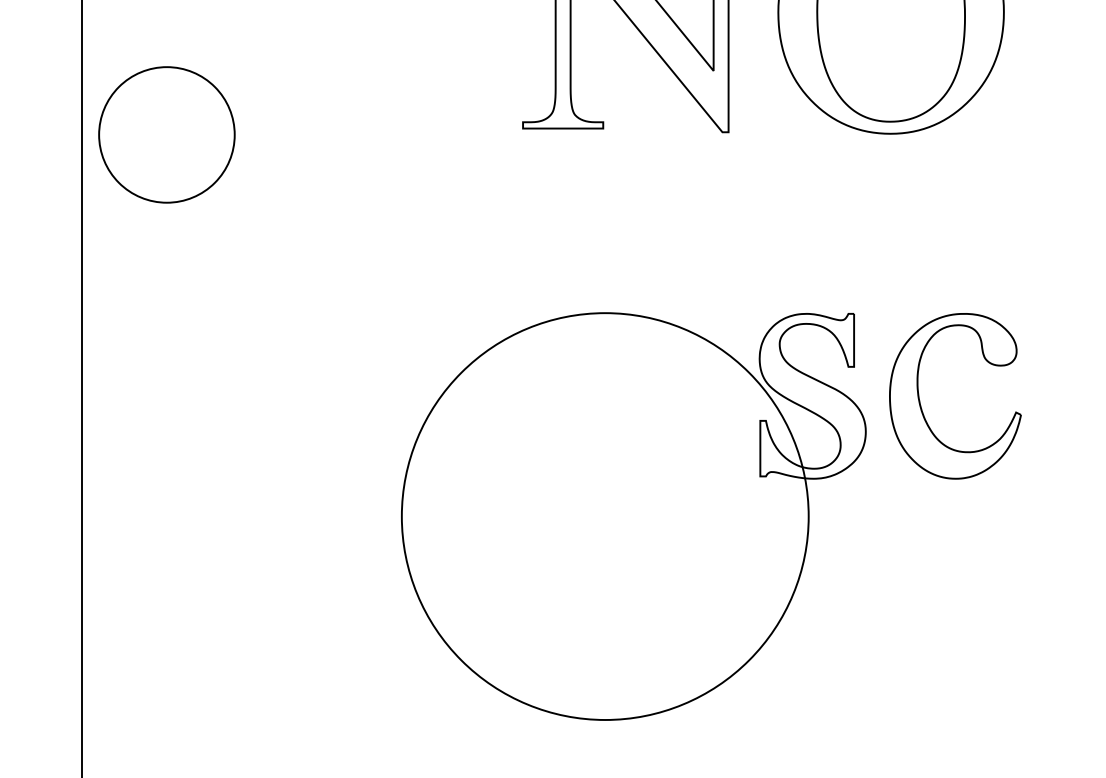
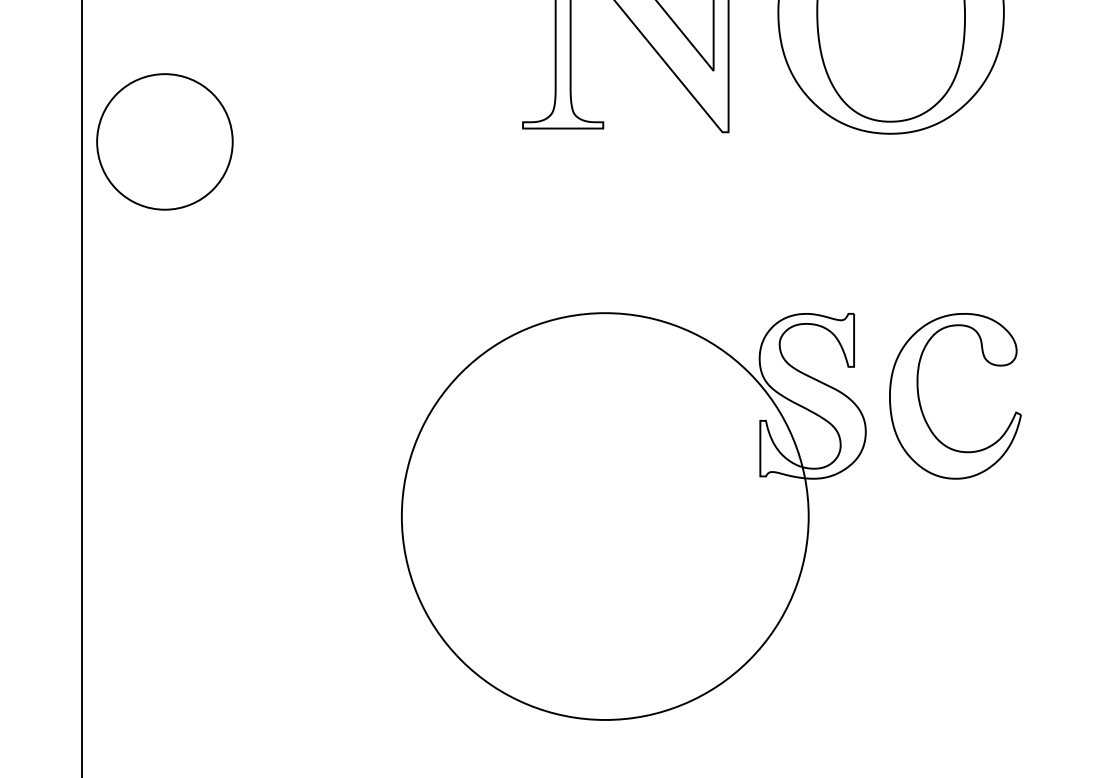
part at (166, 134) position: (166, 134) -> (164, 141)
